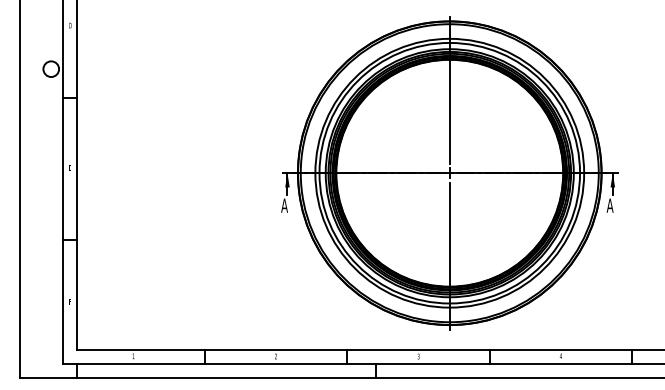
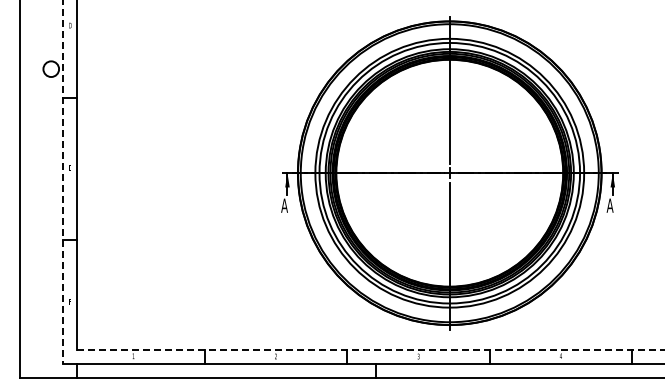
line at (62, 182): solid -> dashed
line at (370, 349): solid -> dashed
